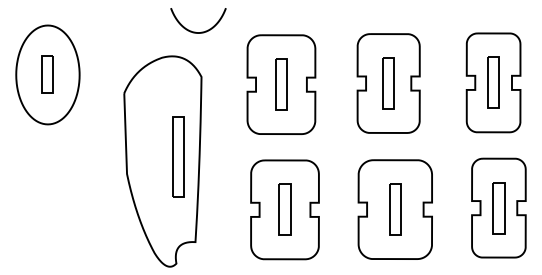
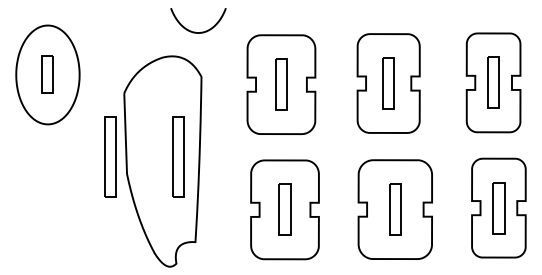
part at (110, 156): none -> present
